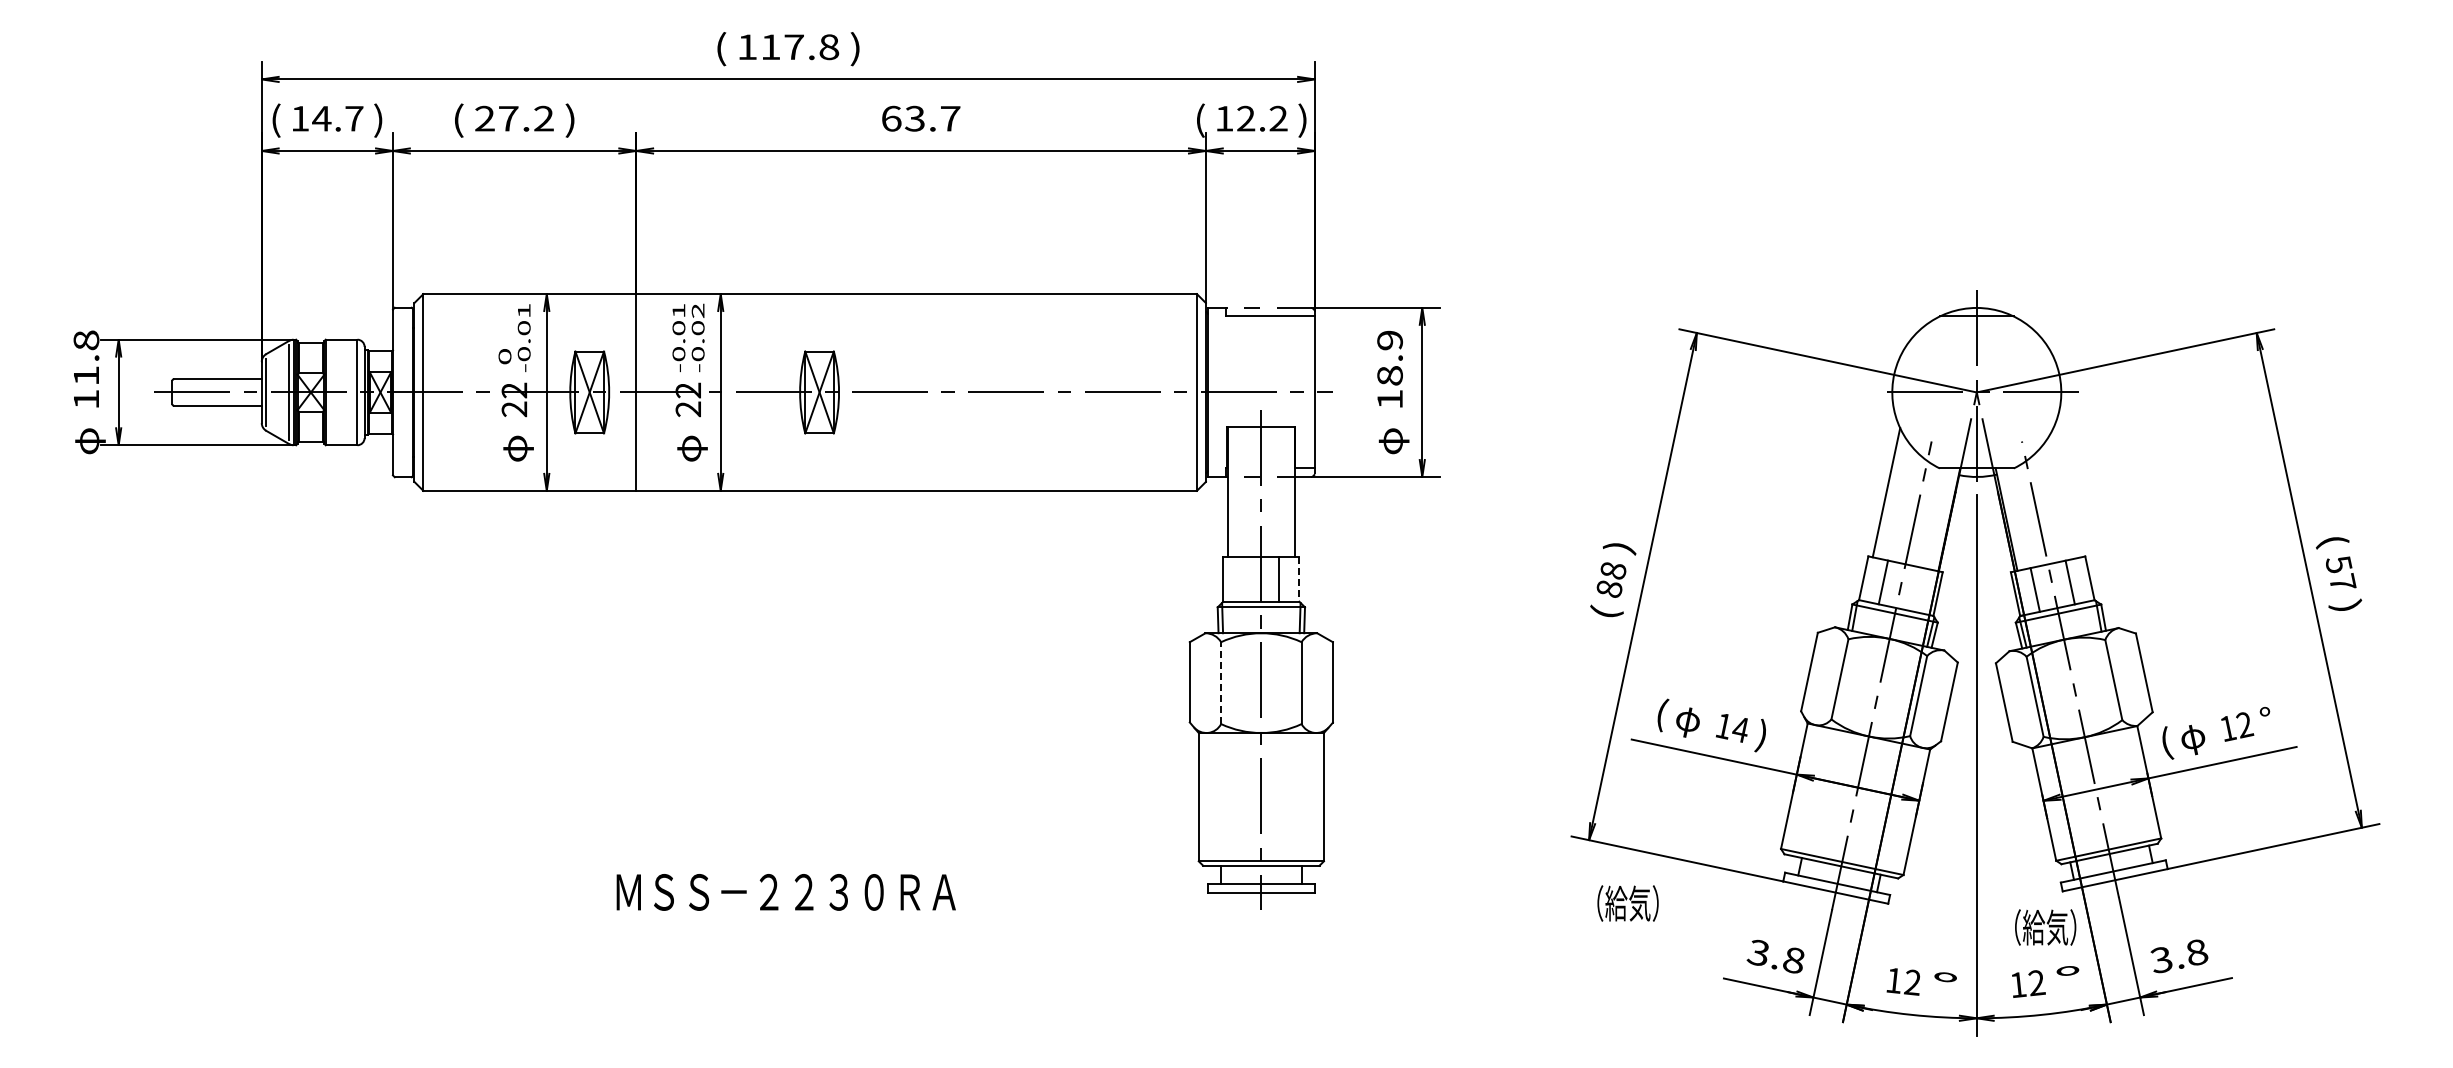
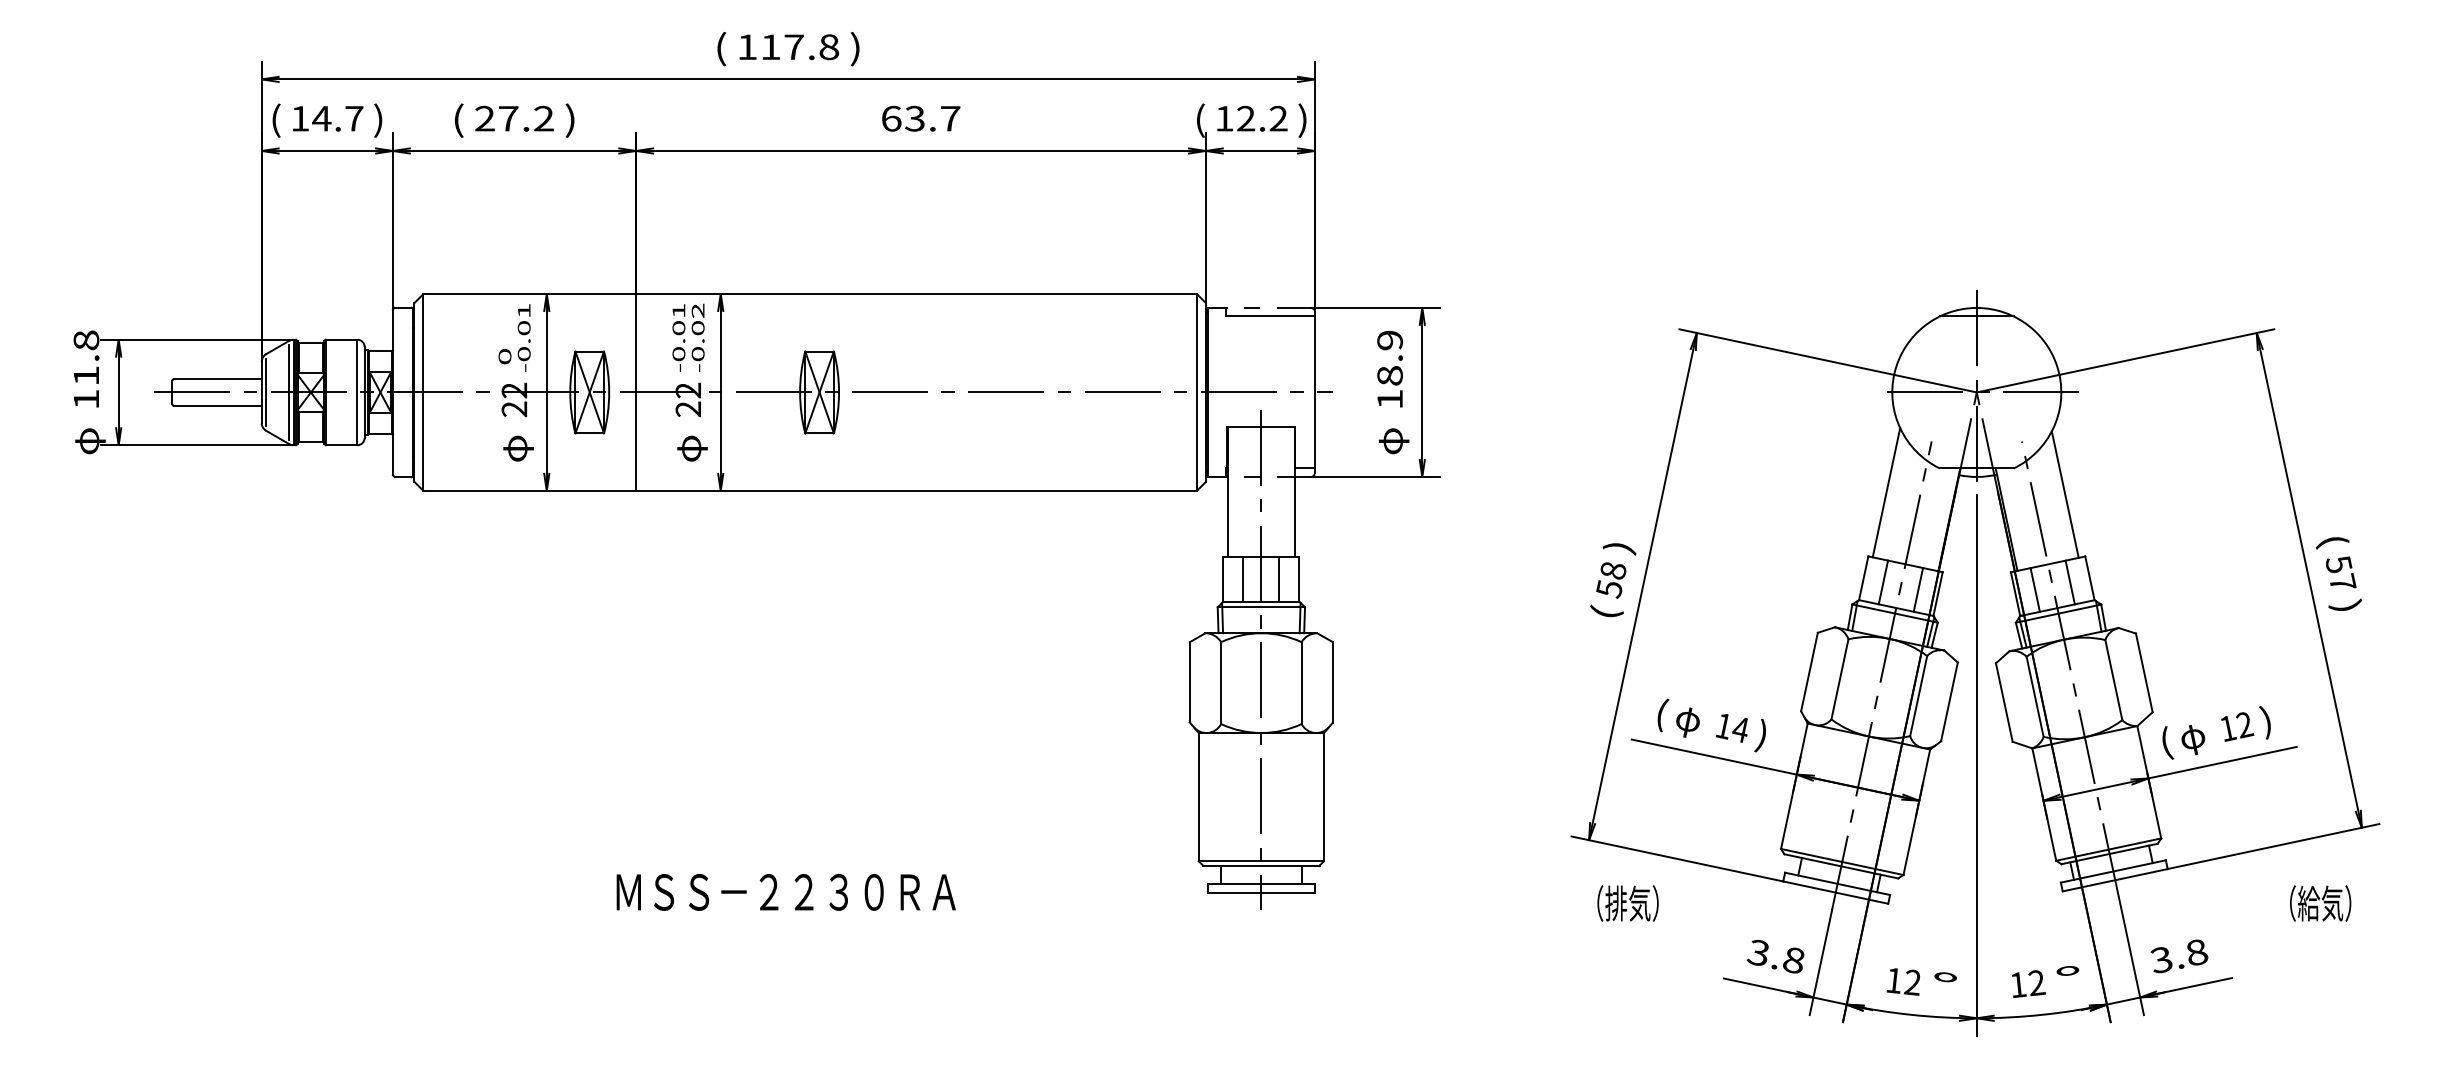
line at (2064, 494): none -> present
line at (1243, 578): none -> present
line at (1299, 579): dashed -> solid
text at (1609, 589): 88 -> 58
line at (1918, 589): none -> present
line at (1221, 683): dashed -> solid
text at (2264, 722): ° -> )
text at (1616, 903): （給気） -> （排気）
text at (2045, 927) position: (2045, 927) -> (2320, 903)
